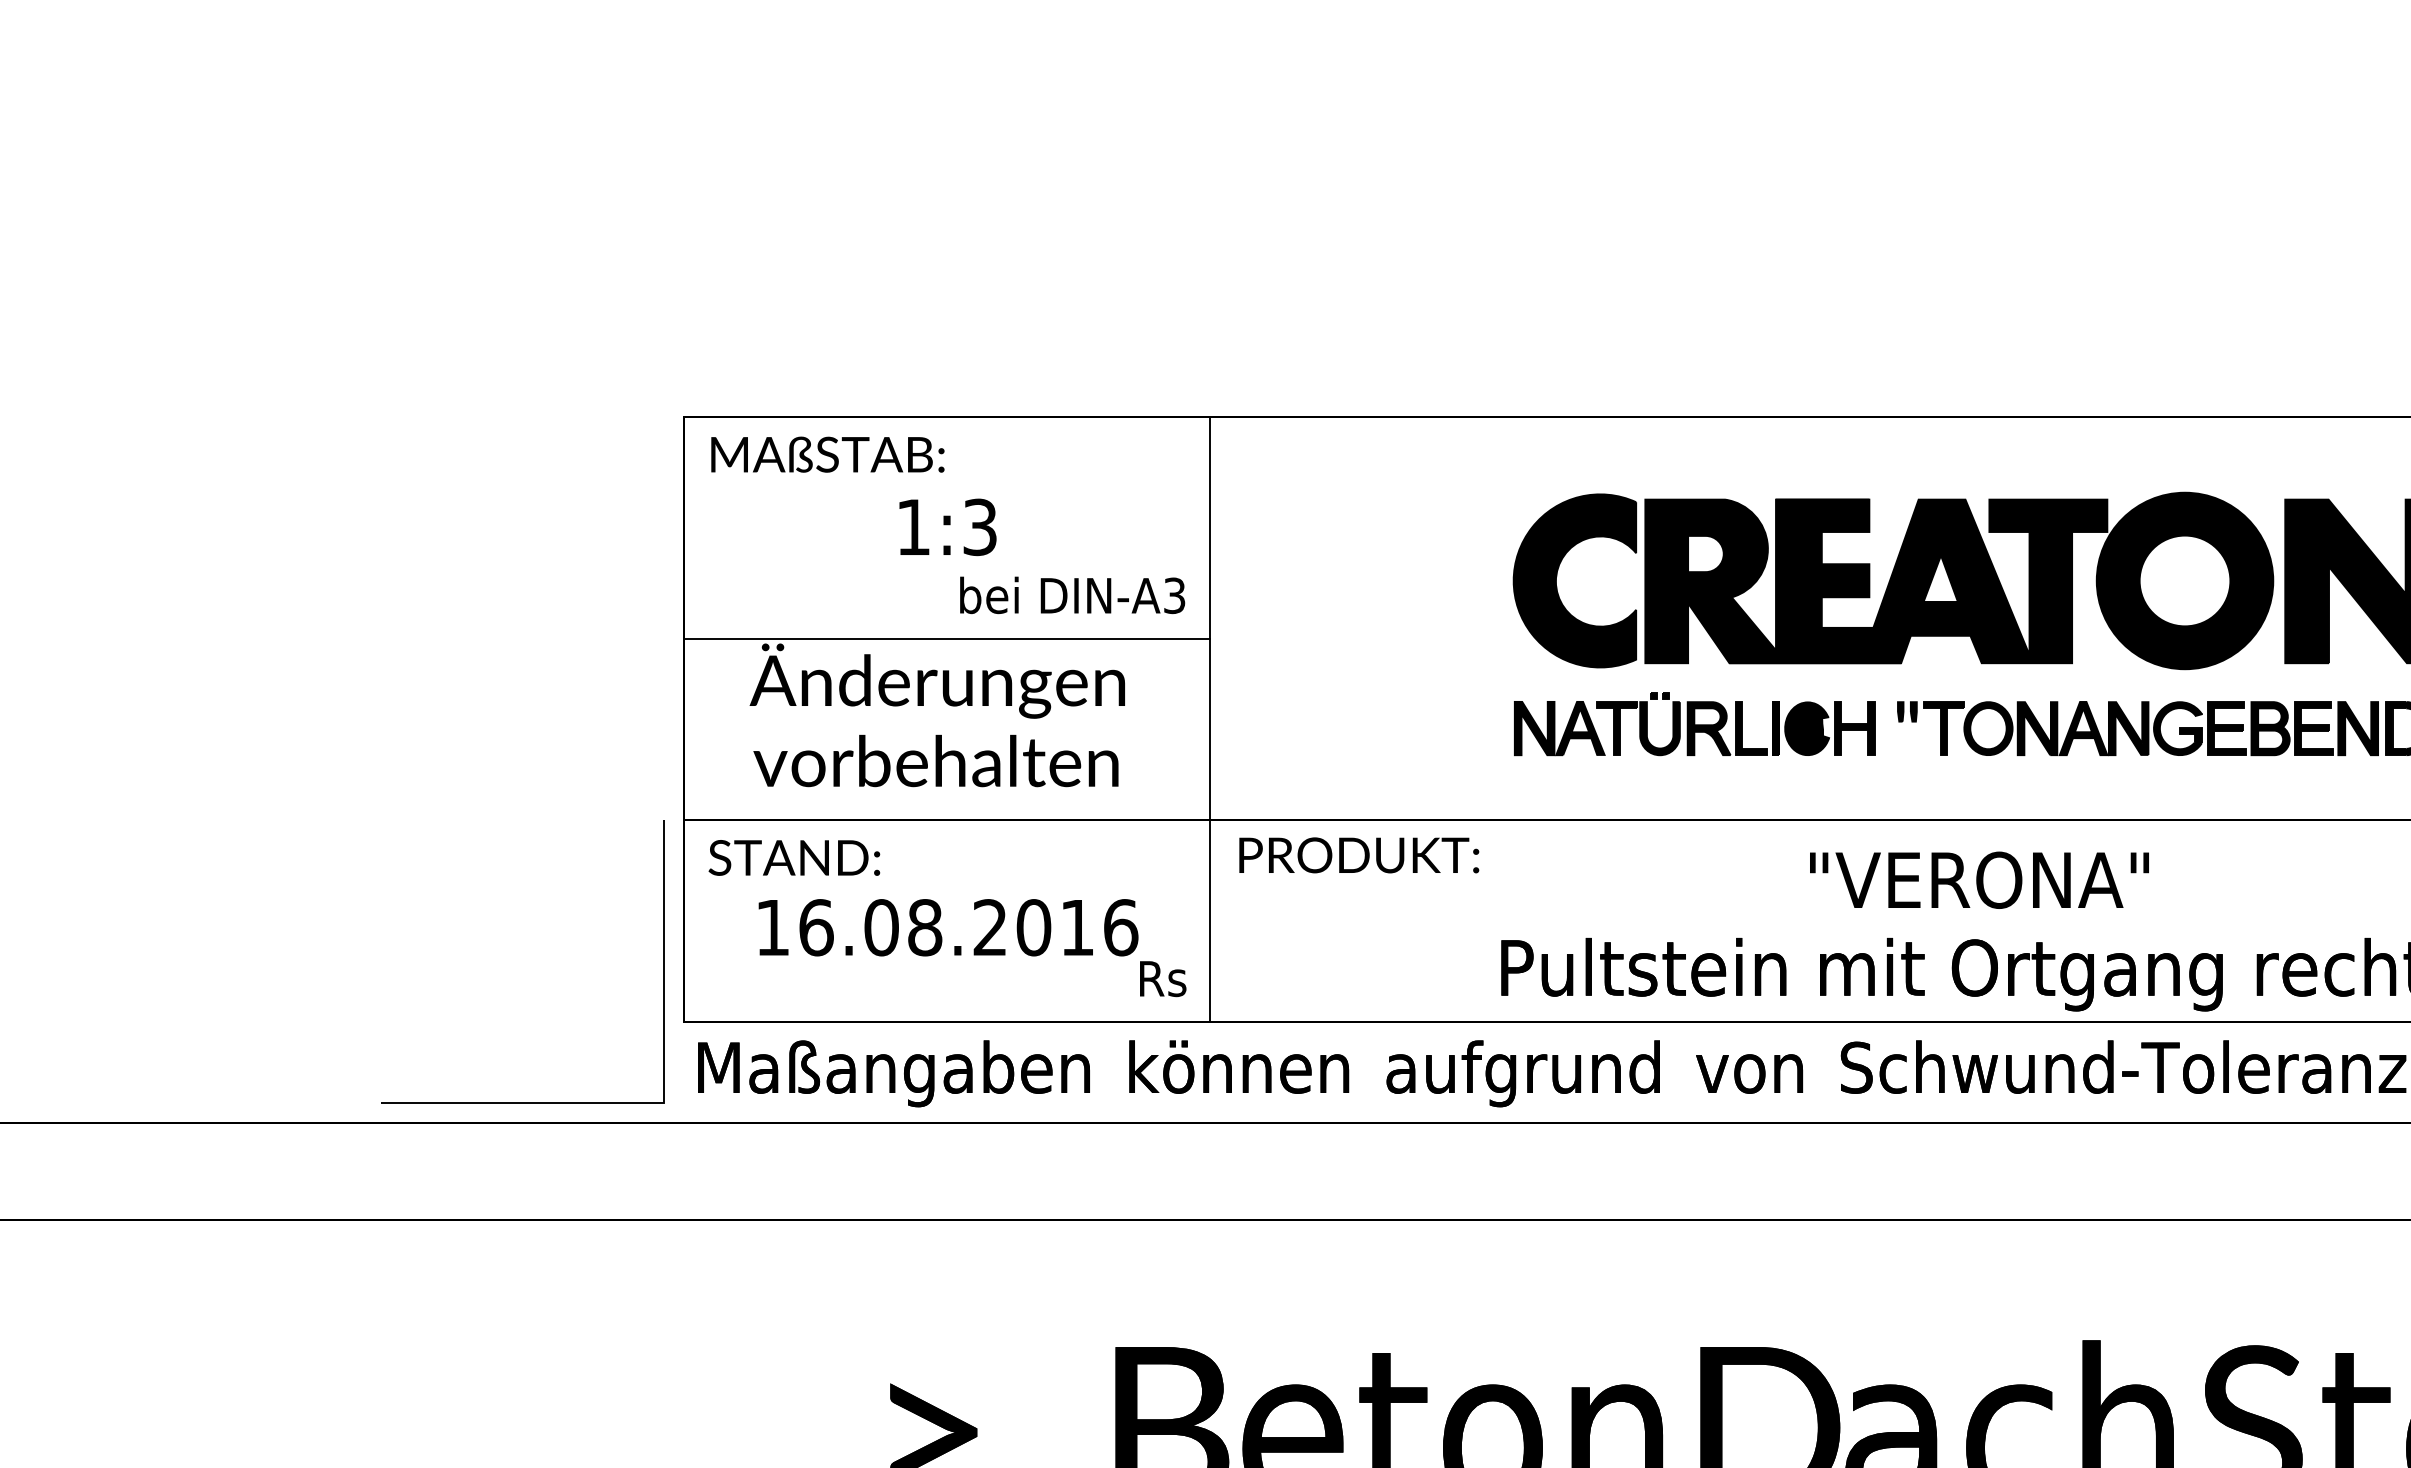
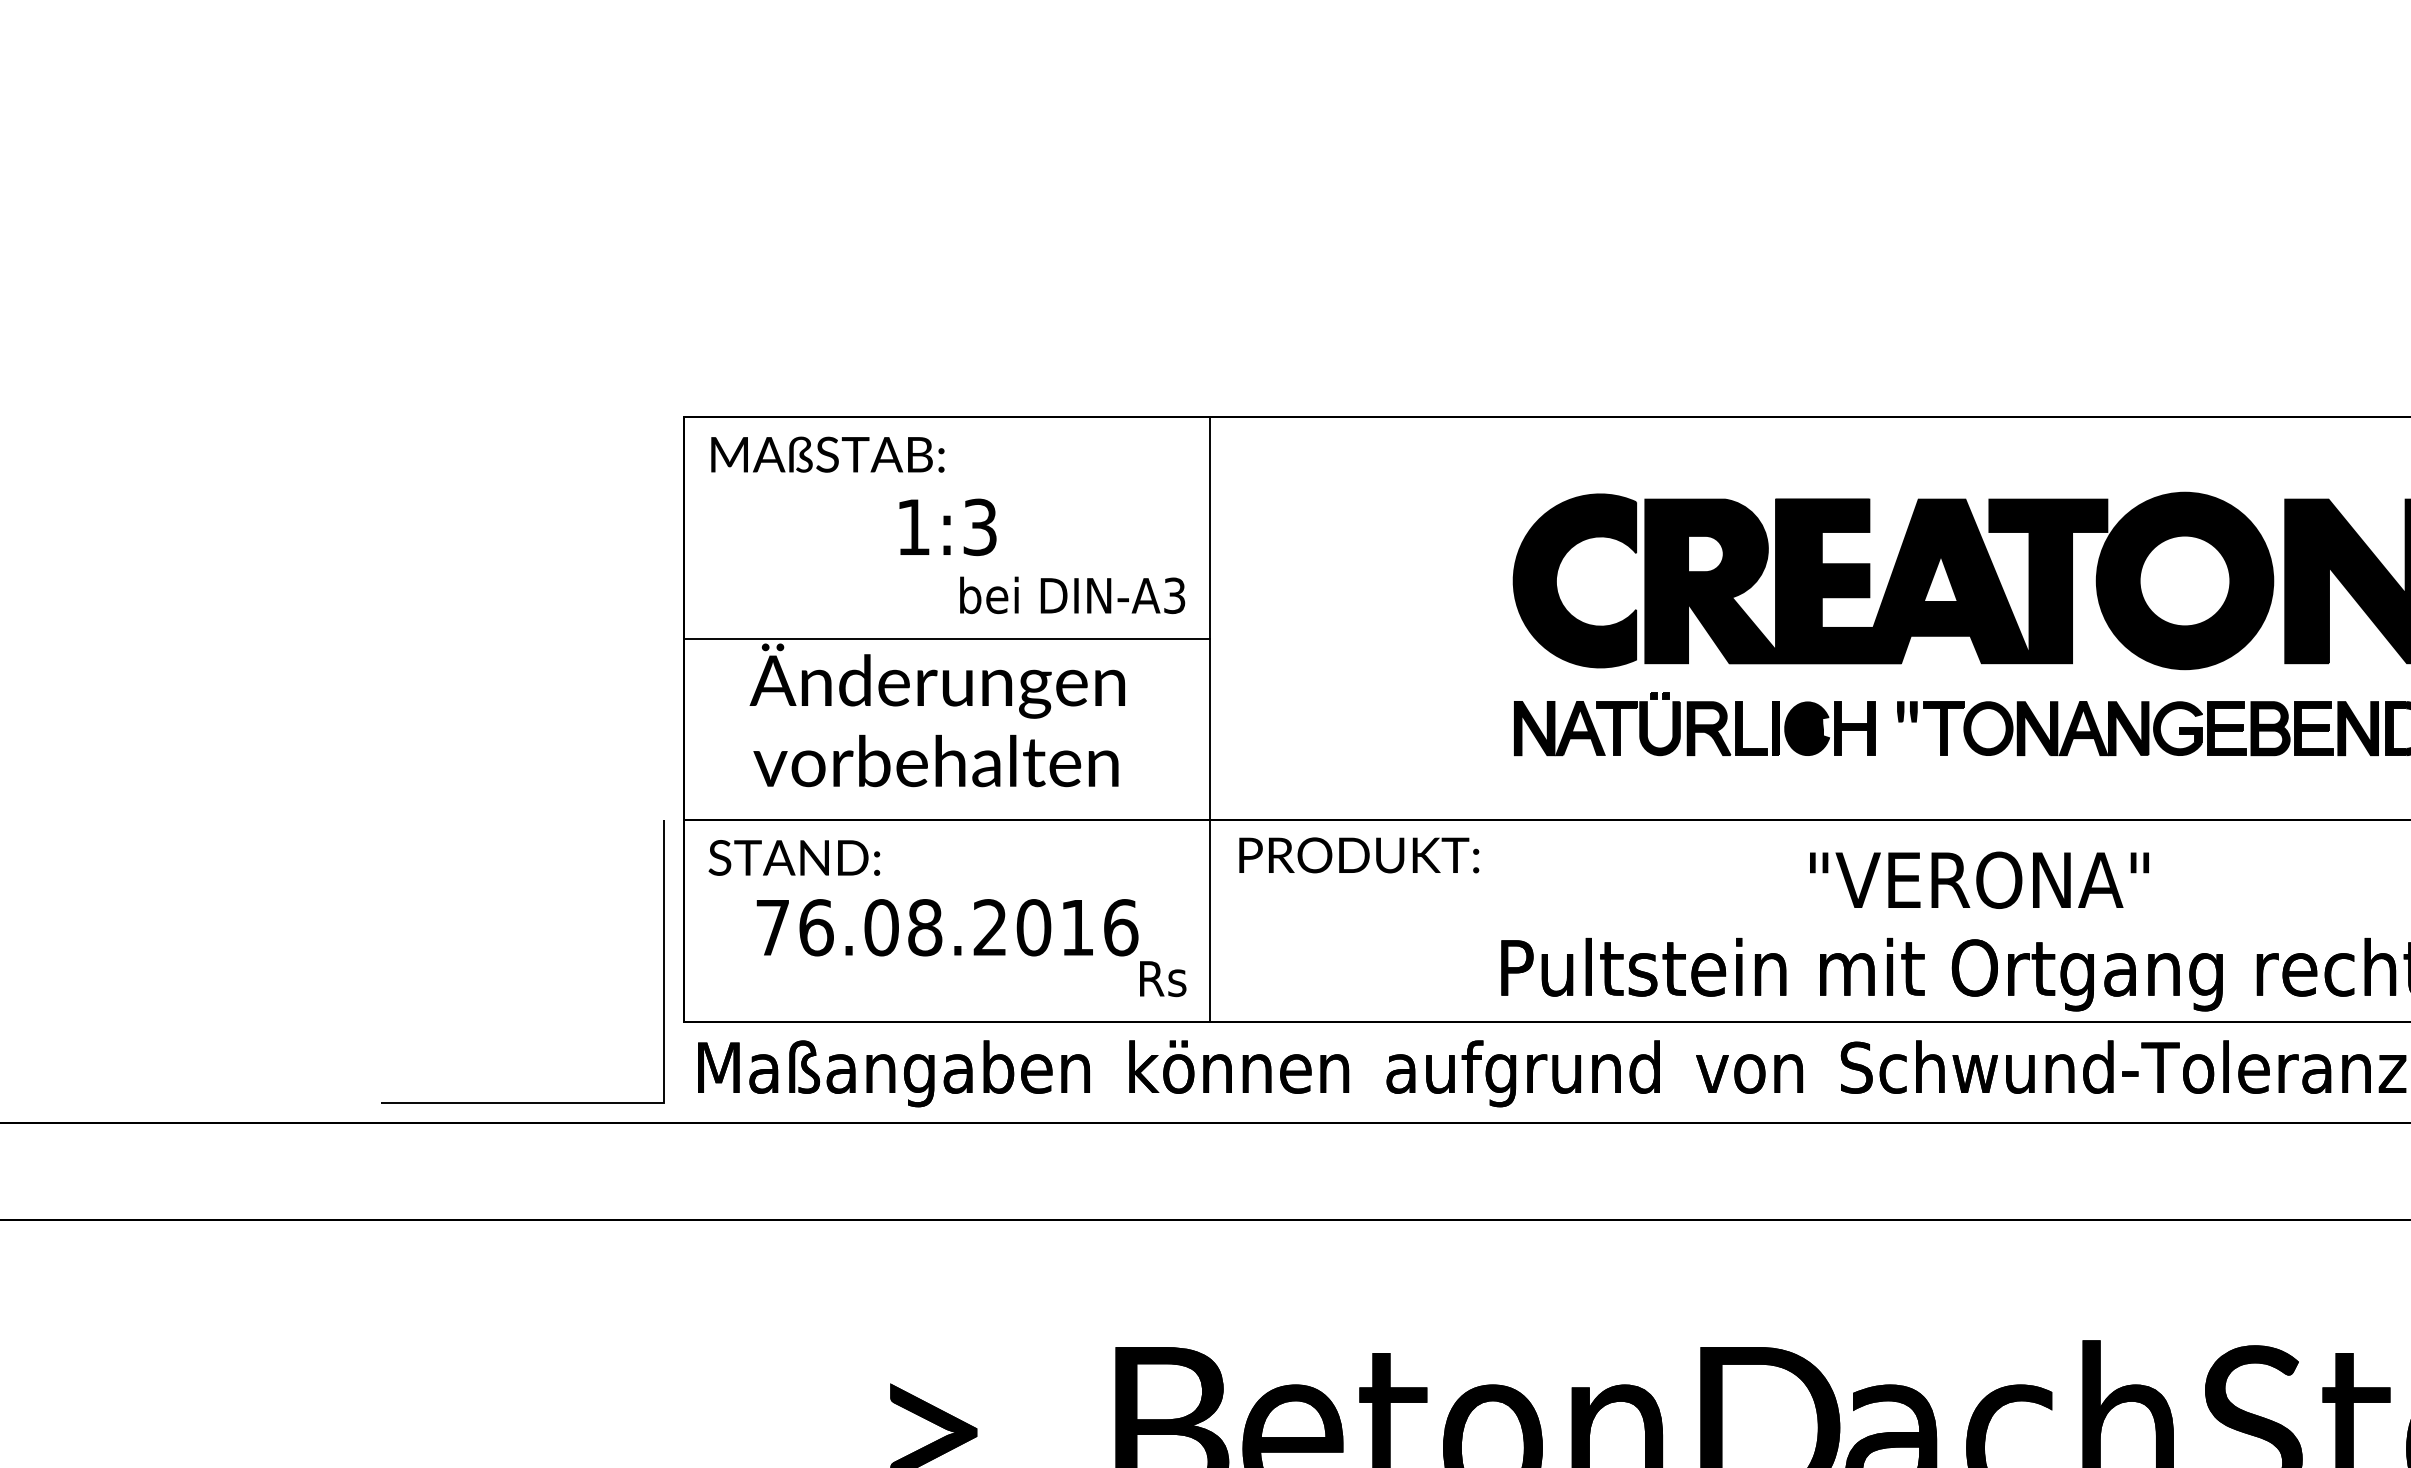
text at (772, 927): 16.08.2016 -> 76.08.2016
